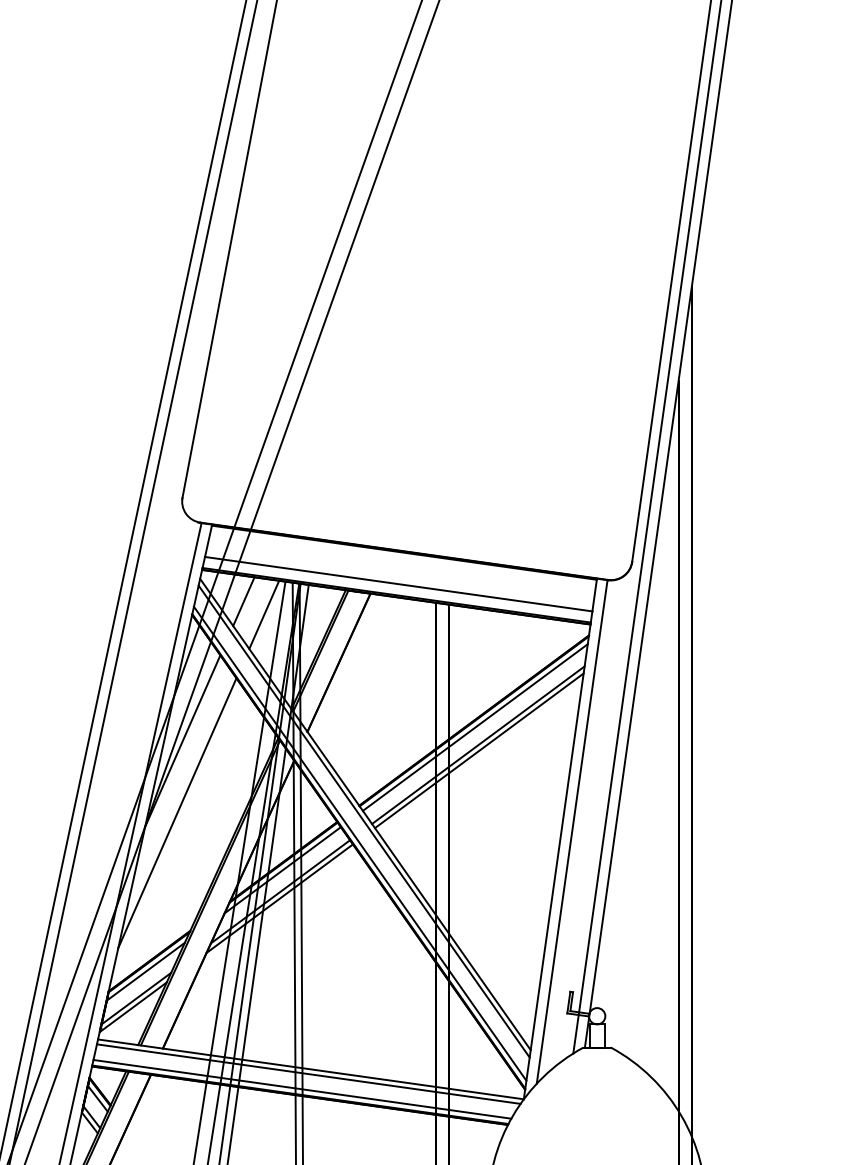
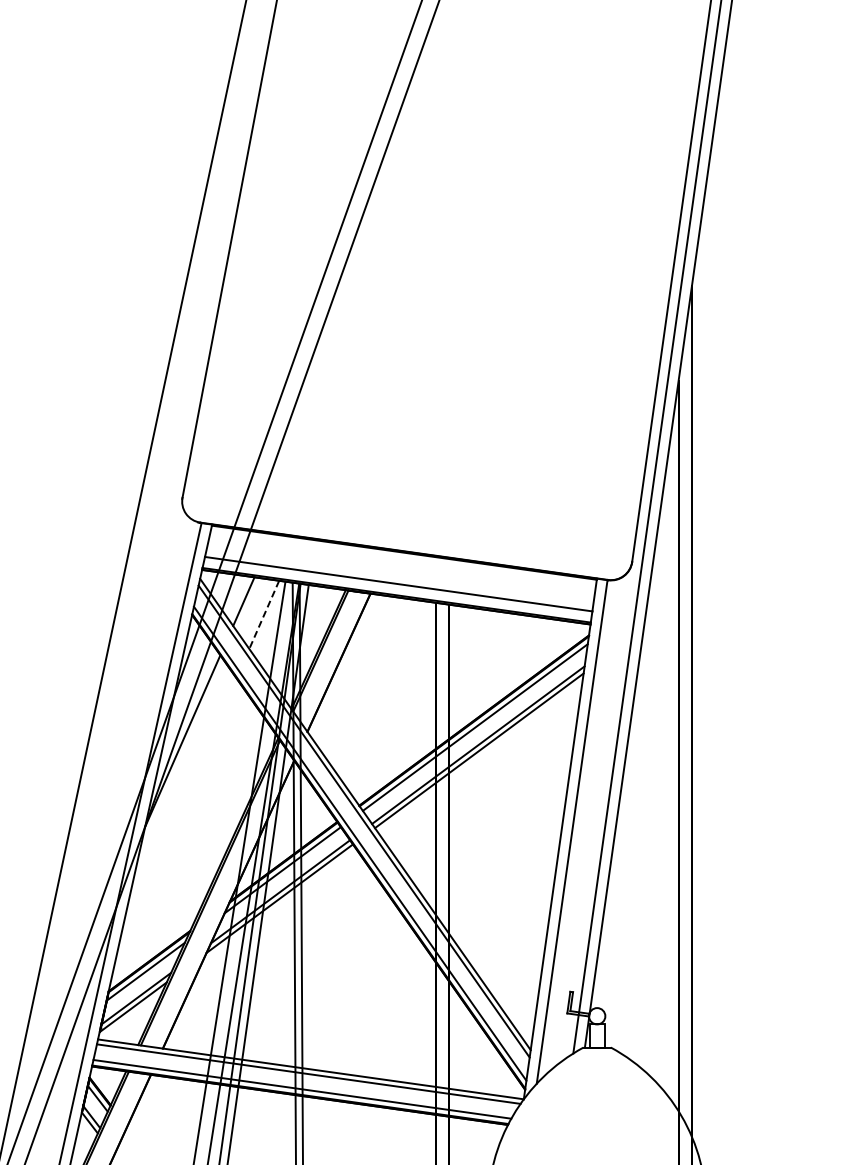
line at (133, 581): present -> none
line at (264, 615): solid -> dashed
line at (177, 813): present -> none
